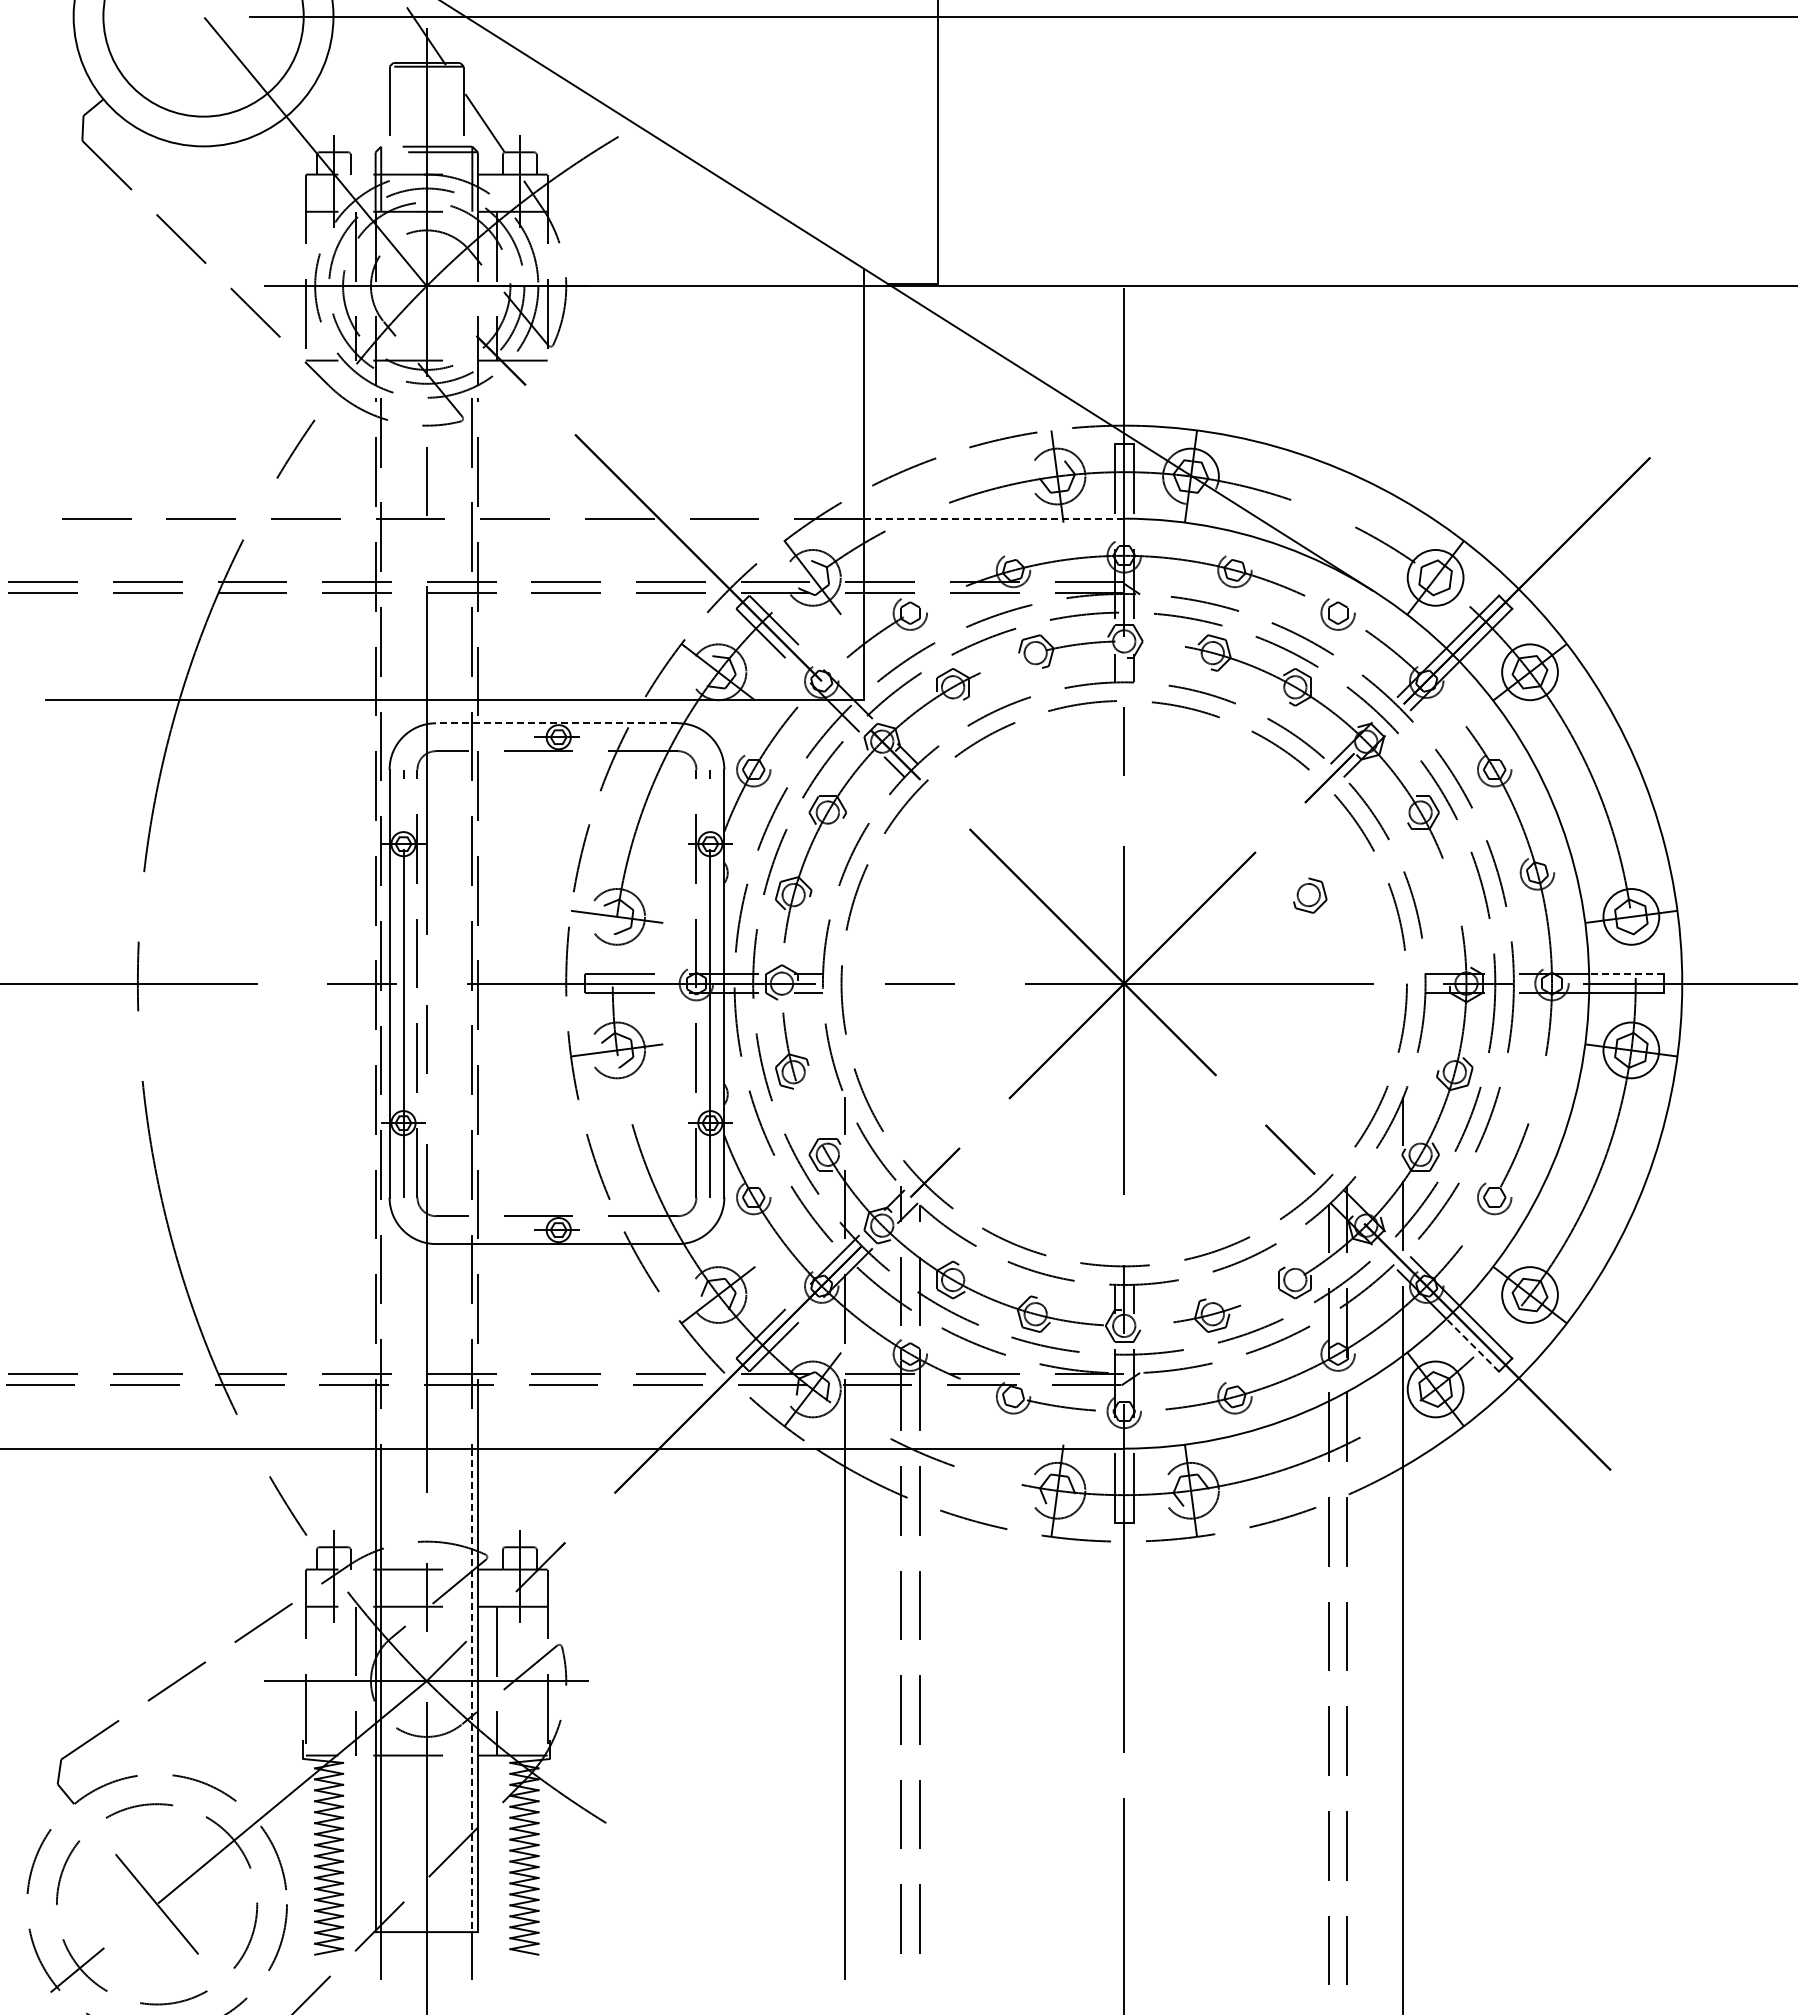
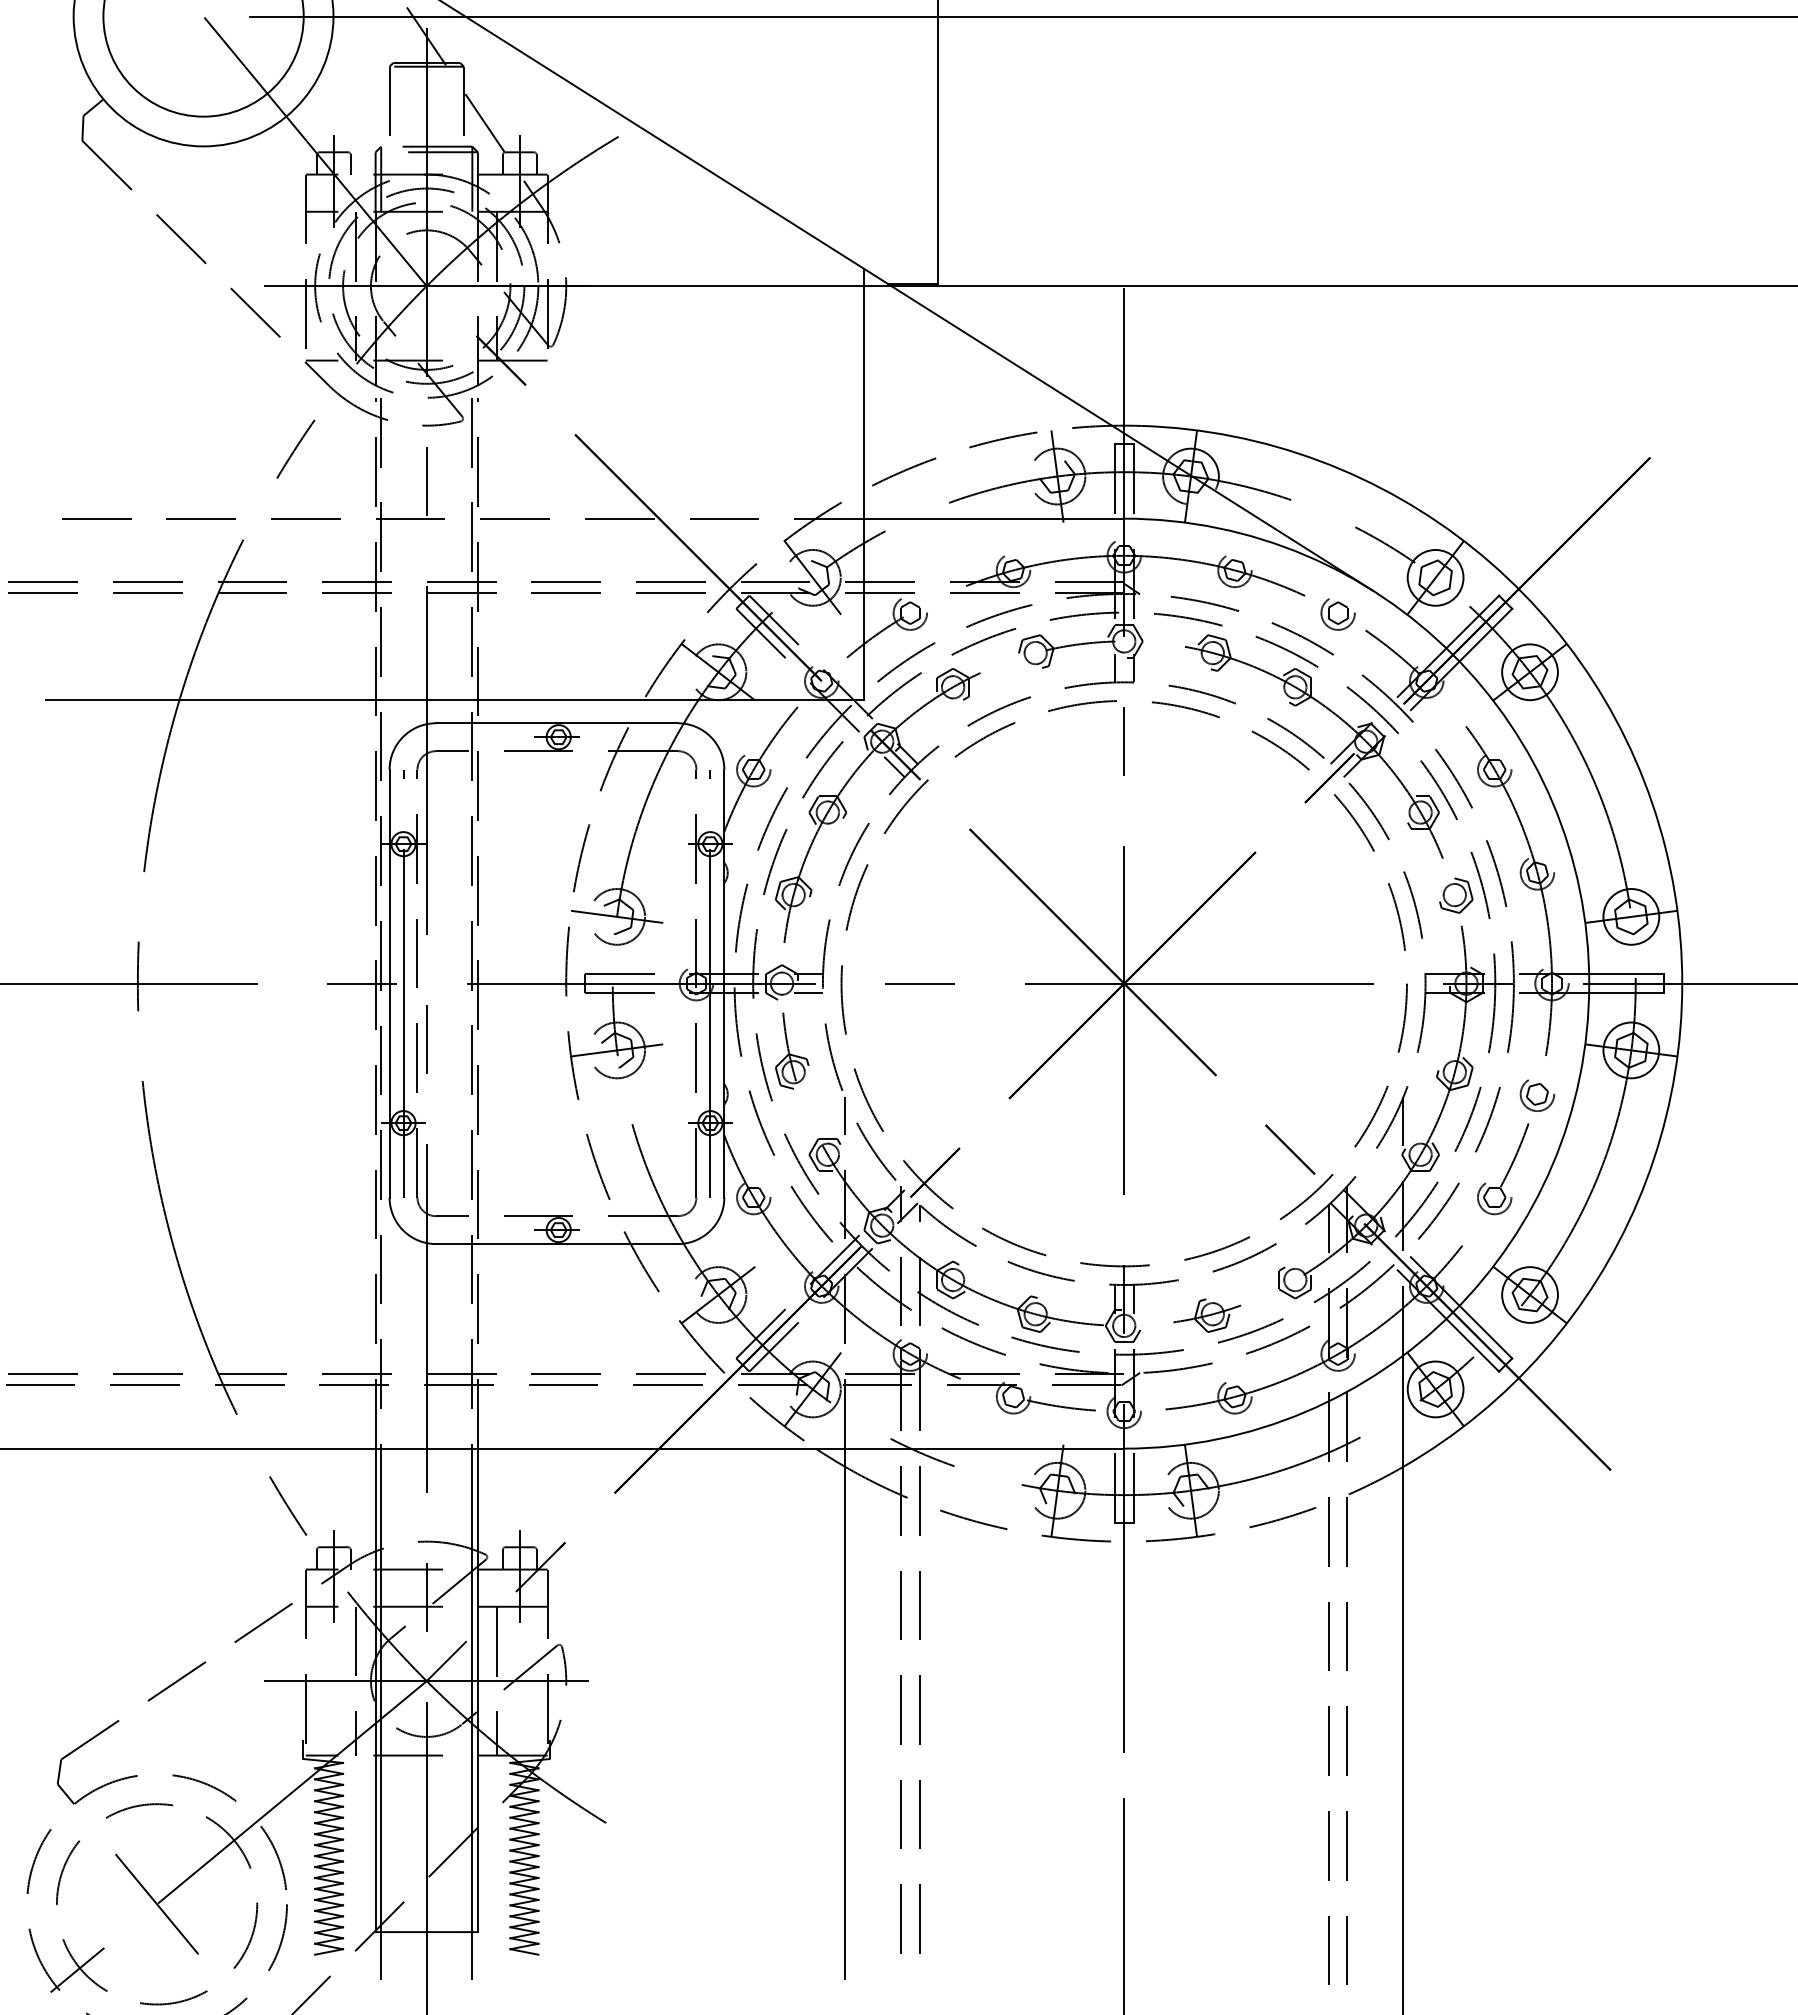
line at (993, 518): dashed -> solid
line at (556, 723): dashed -> solid
part at (1310, 895) position: (1310, 895) -> (1456, 895)
line at (1625, 974): dashed -> solid
part at (1537, 1095): none -> present
line at (1472, 1344): dashed -> solid
line at (472, 1690): dashed -> solid
